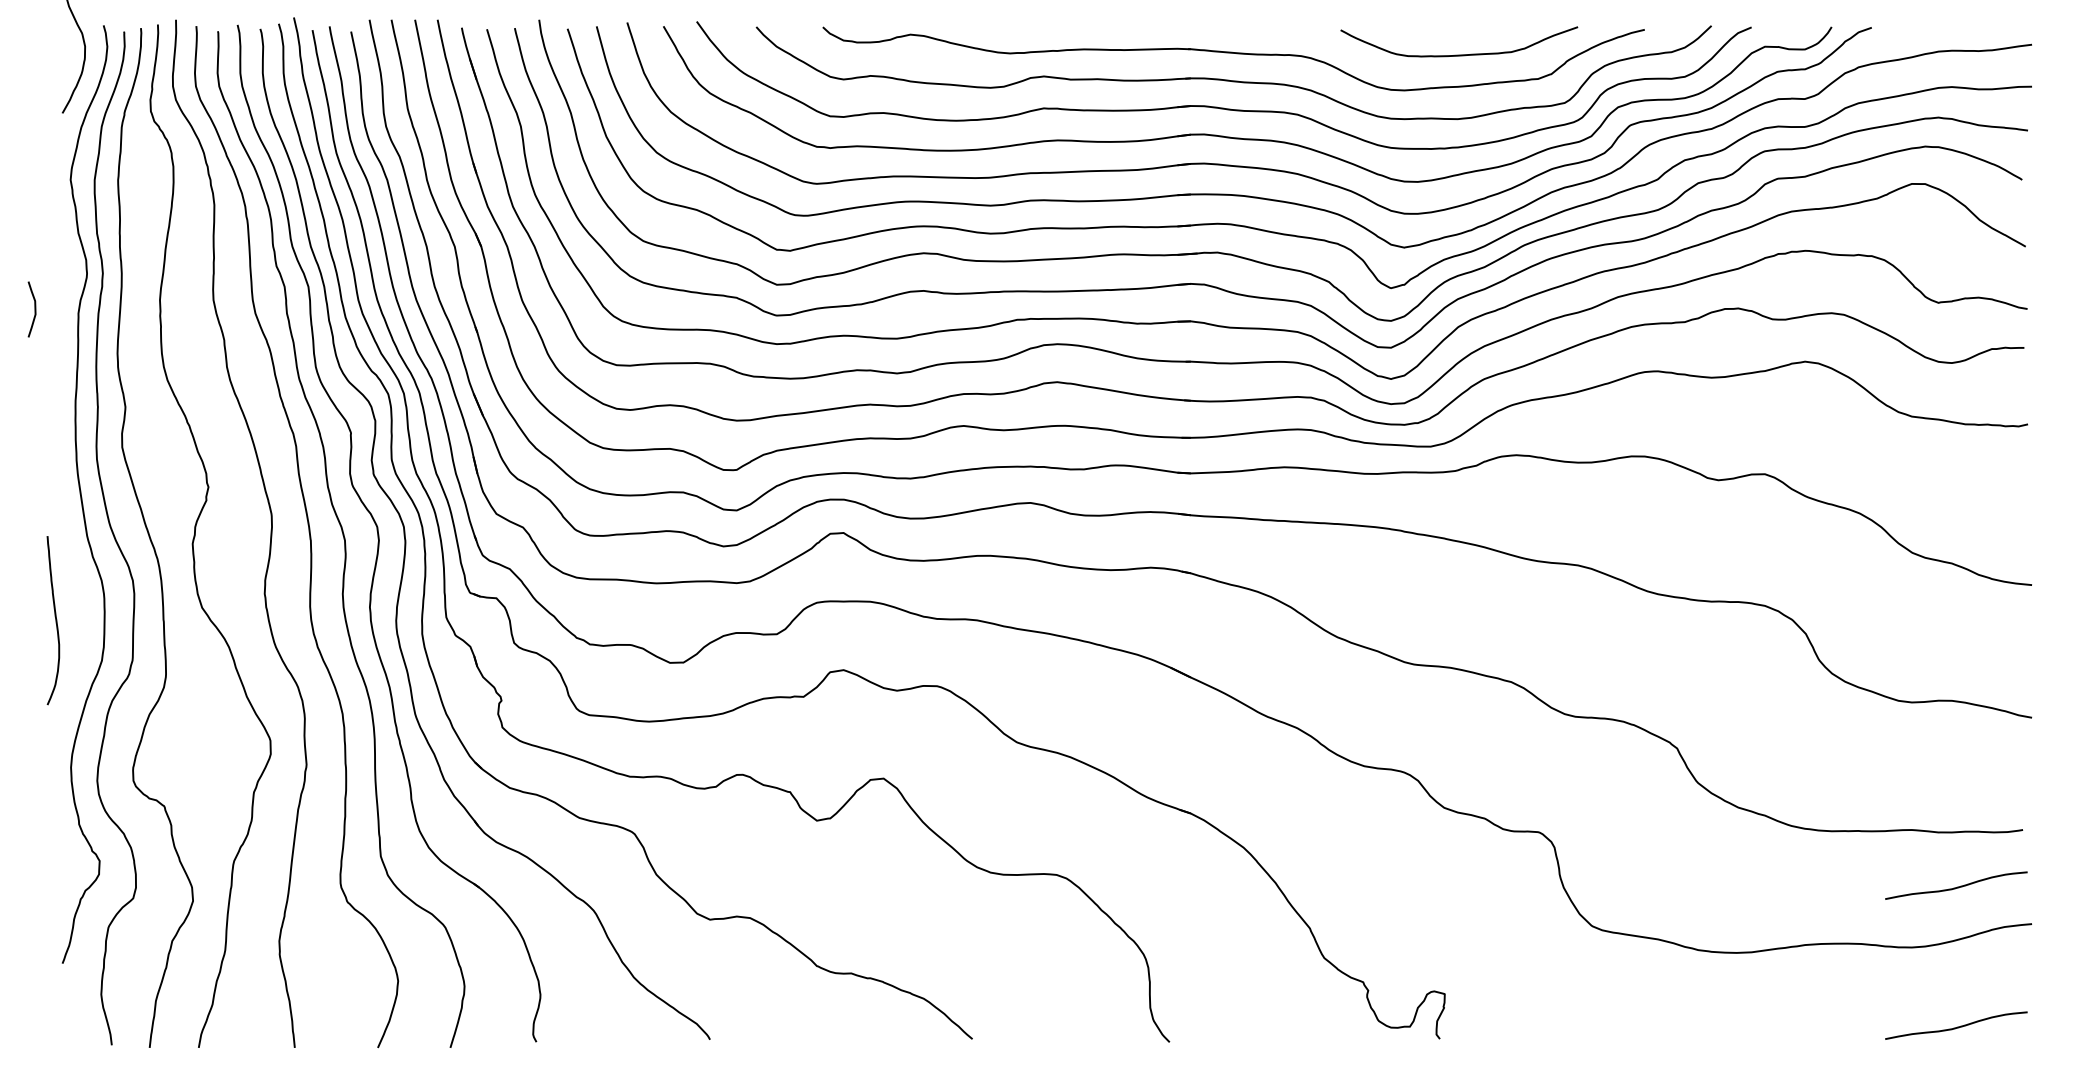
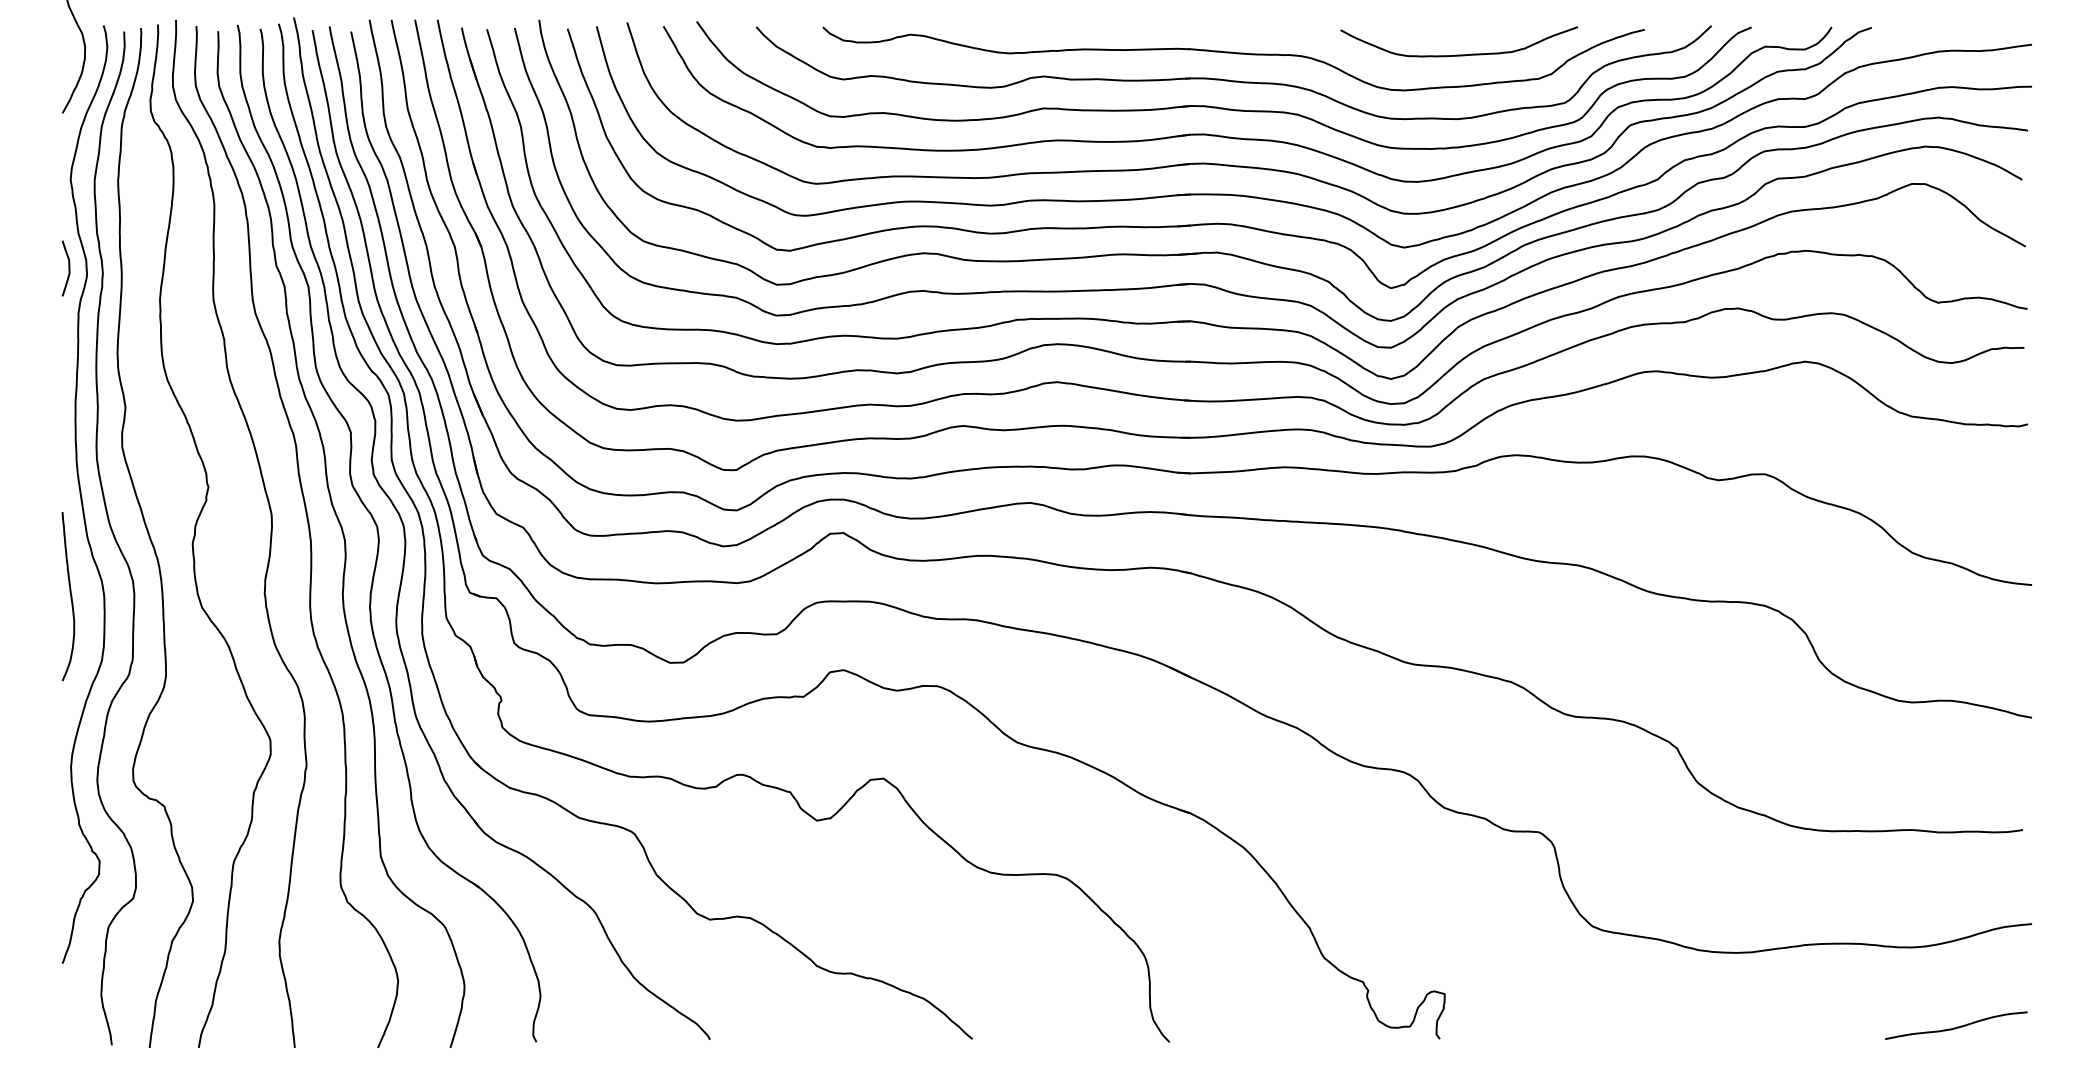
curve at (34, 309) position: (34, 309) -> (68, 268)
curve at (55, 620) position: (55, 620) -> (70, 596)
curve at (1957, 886): present -> none
